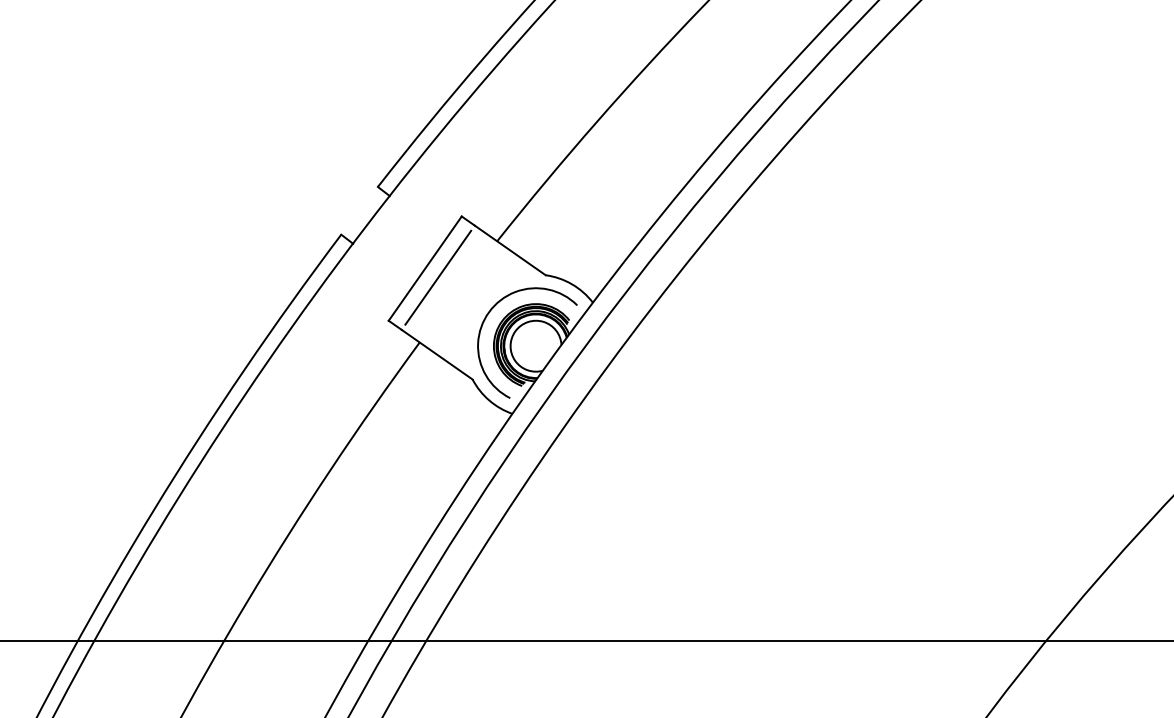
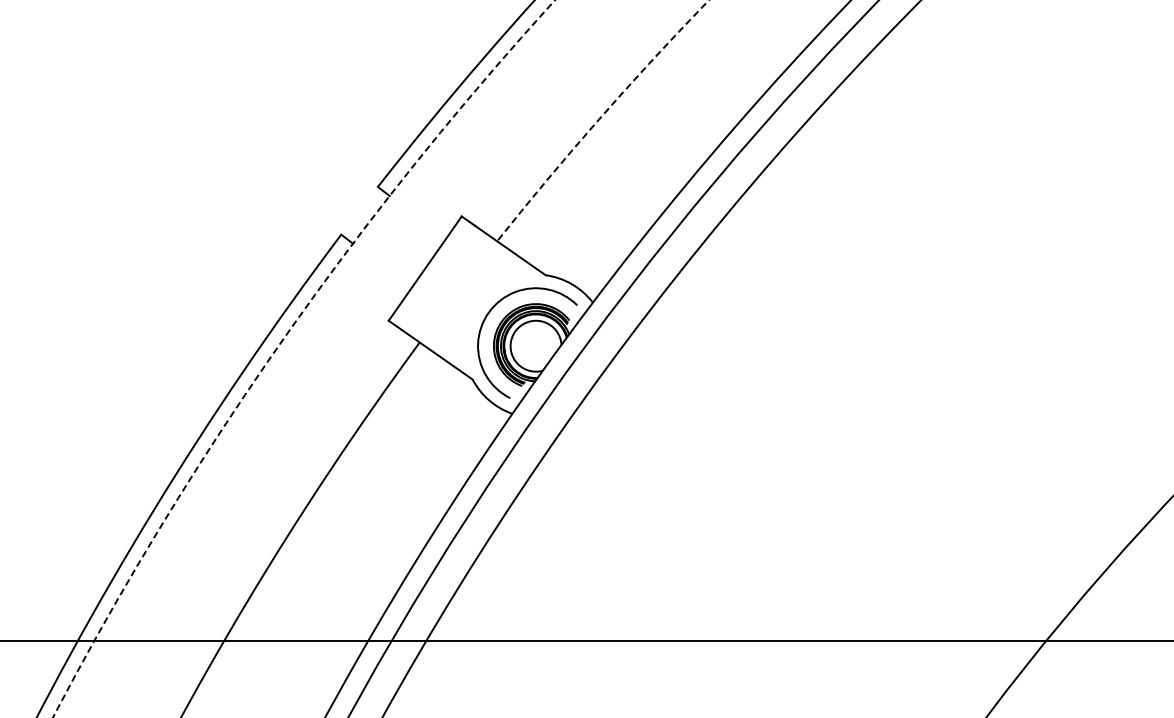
arc at (599, 118): solid -> dashed
line at (438, 277): present -> none
arc at (281, 342): solid -> dashed
